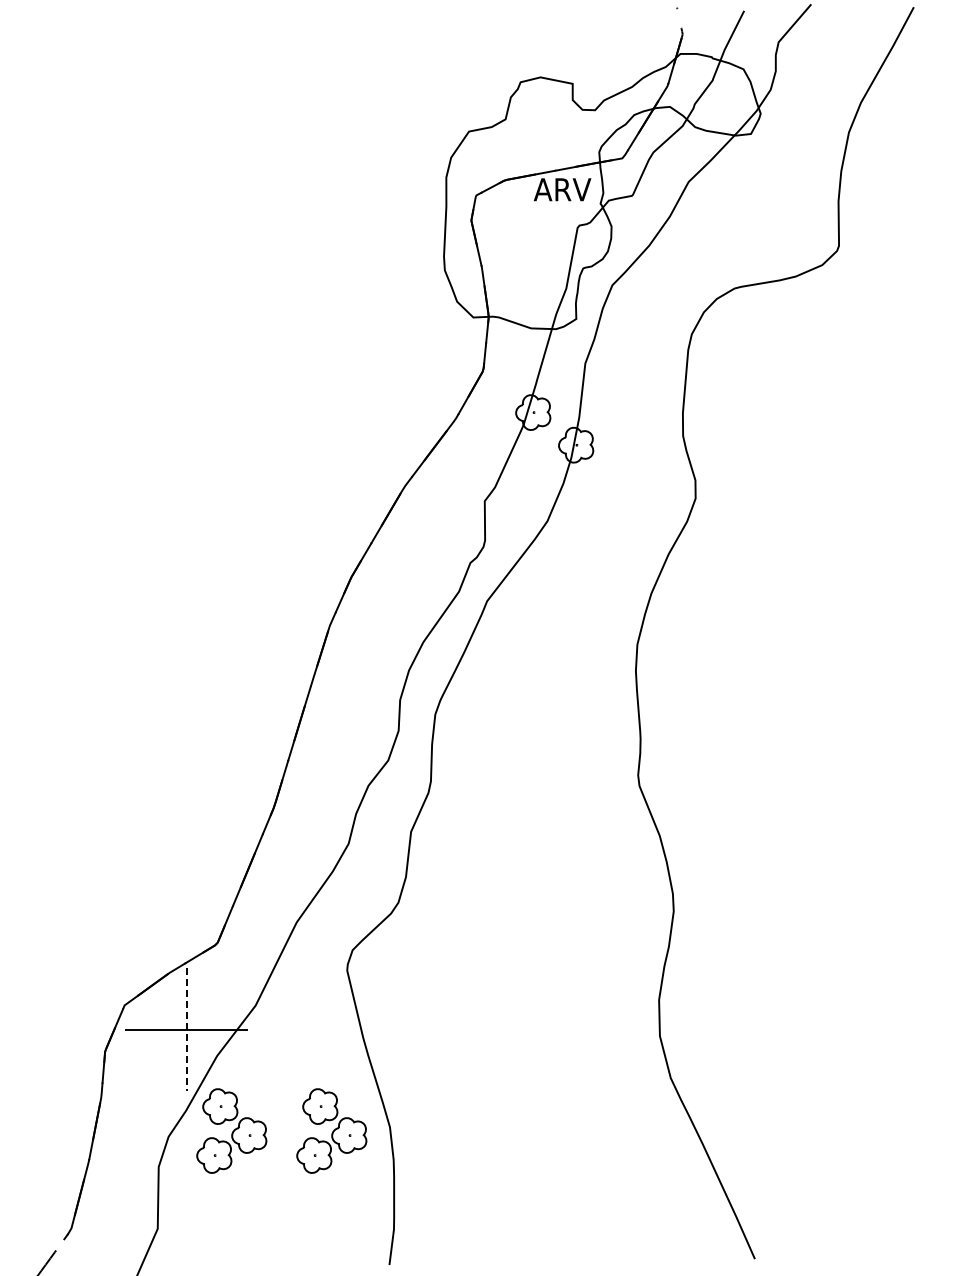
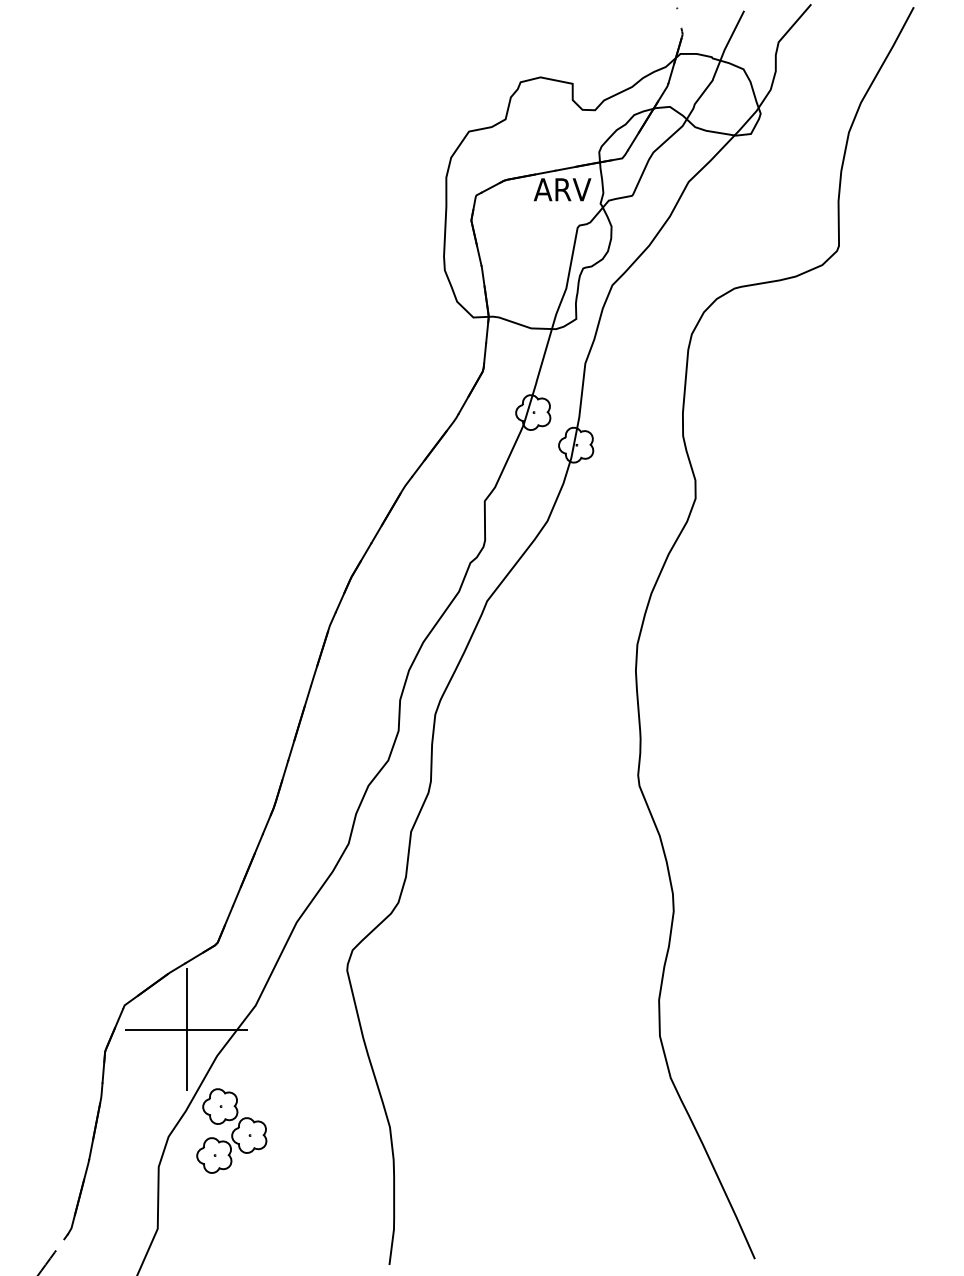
line at (186, 1030): dashed -> solid
part at (331, 1130): present -> none
